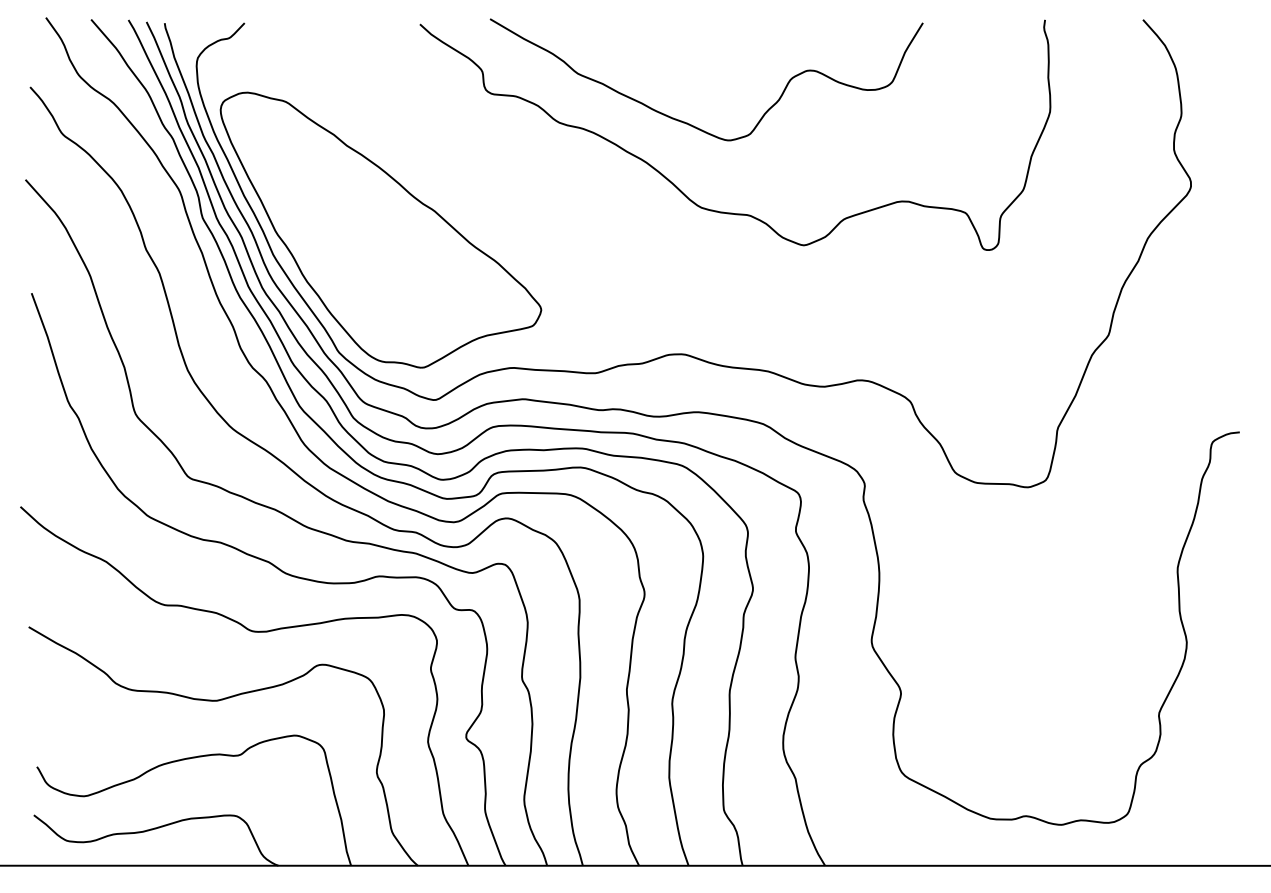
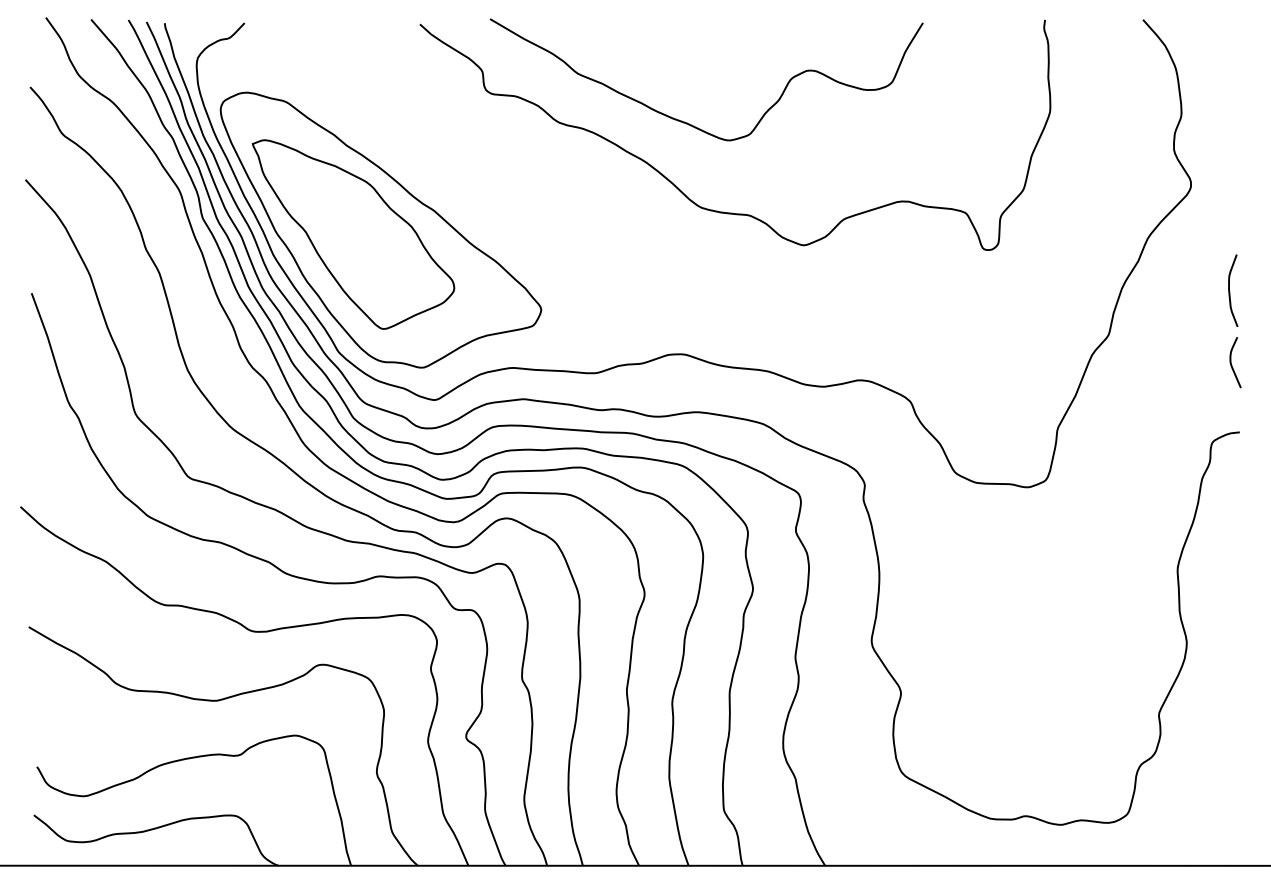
part at (353, 234): none -> present
curve at (1230, 291): none -> present
curve at (1231, 362): none -> present
